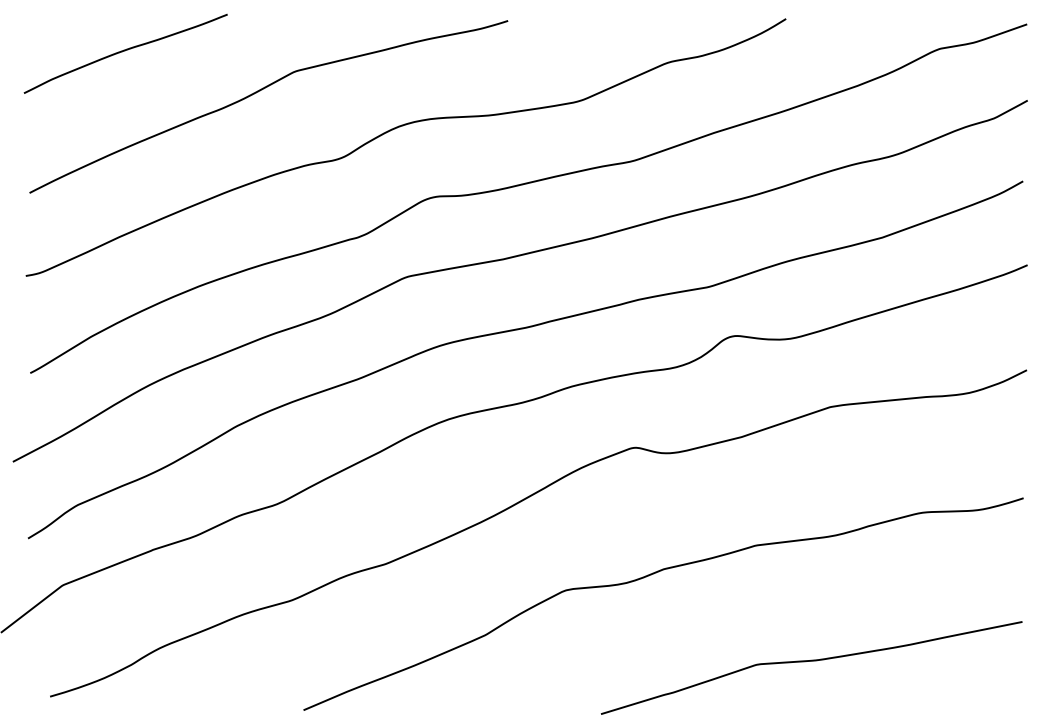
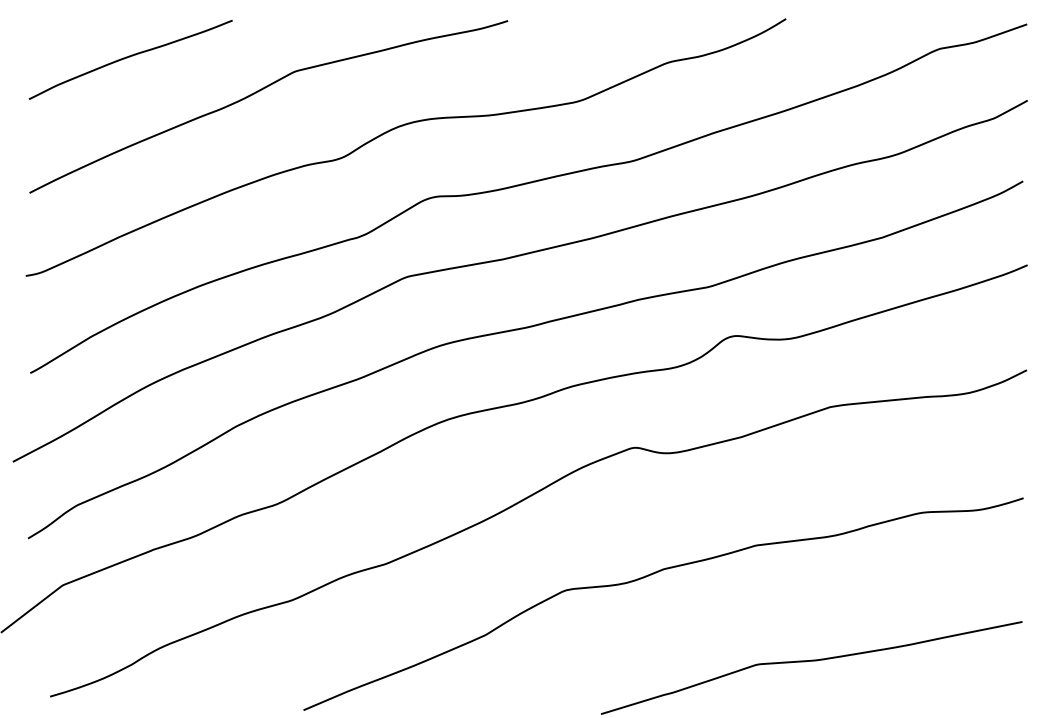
curve at (125, 51) position: (125, 51) -> (130, 57)
